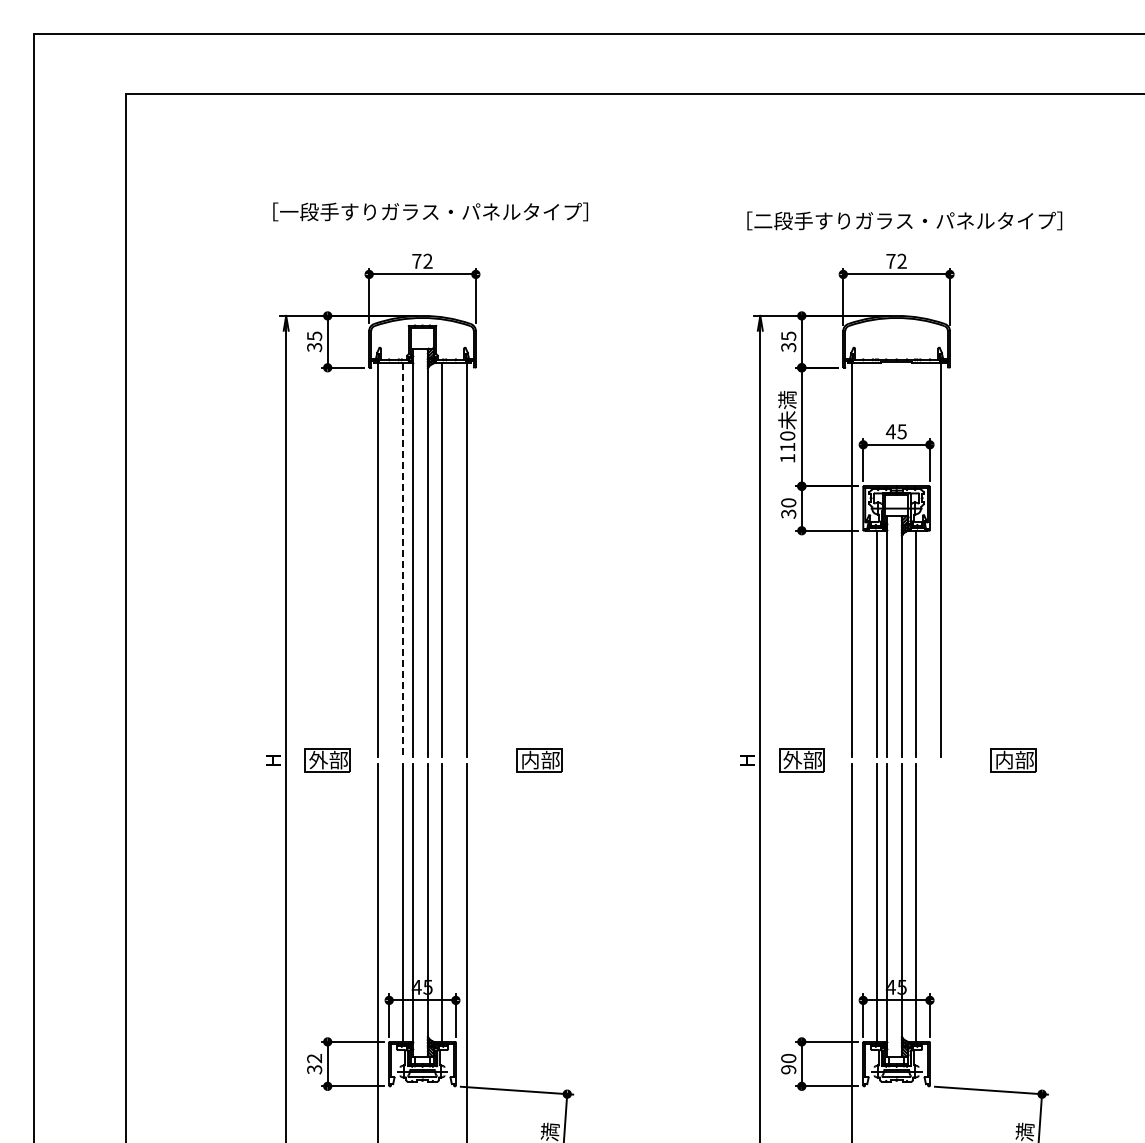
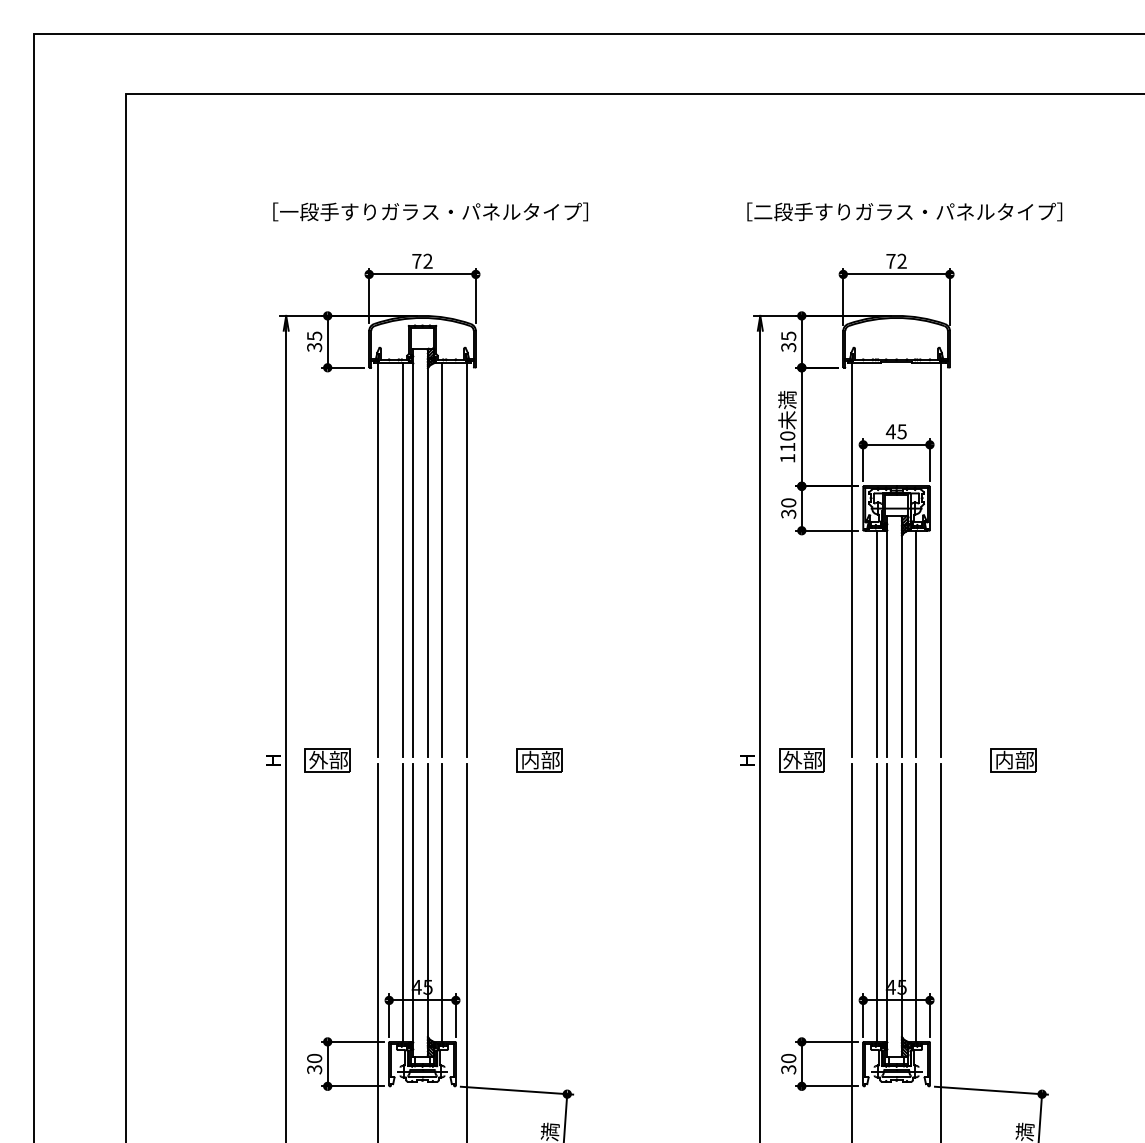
text at (904, 220) position: (904, 220) -> (904, 211)
line at (403, 560): dashed -> solid
line at (941, 951): none -> present
text at (314, 1058): 32 -> 30
text at (788, 1069): 90 -> 30
